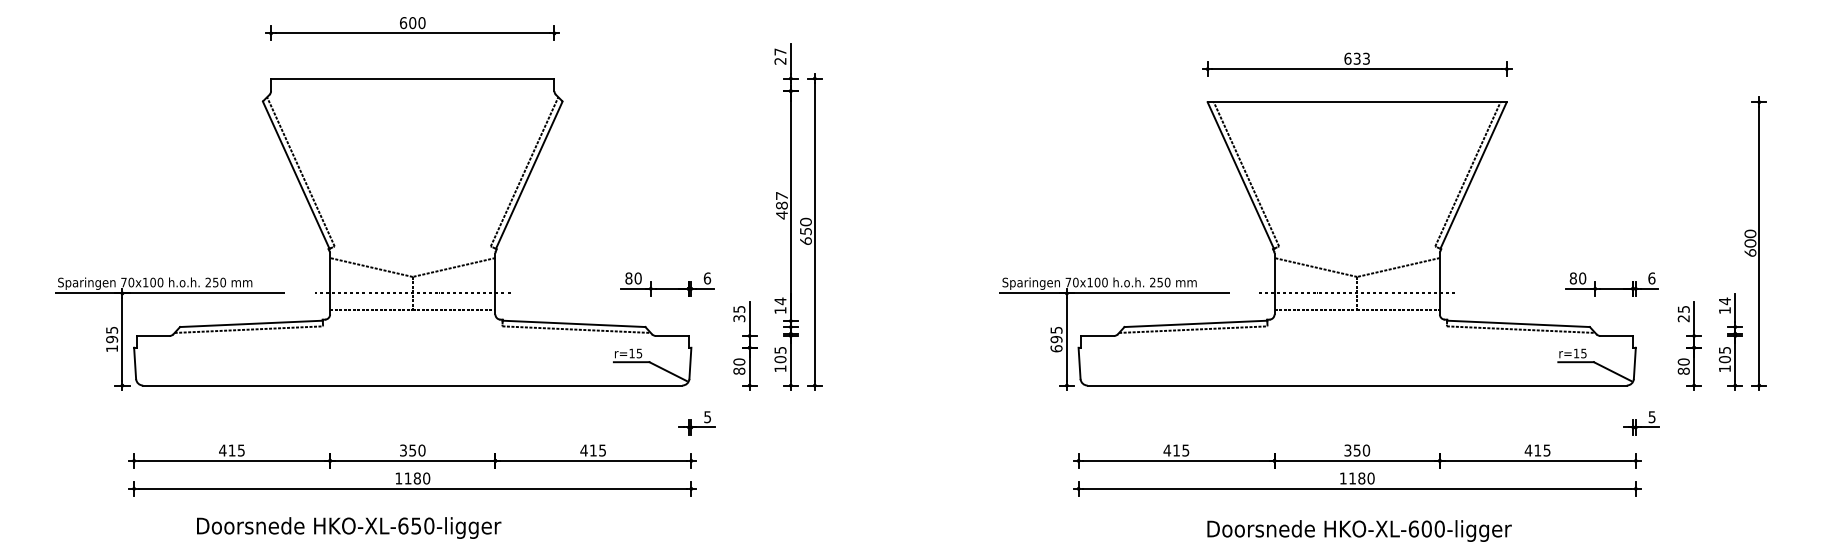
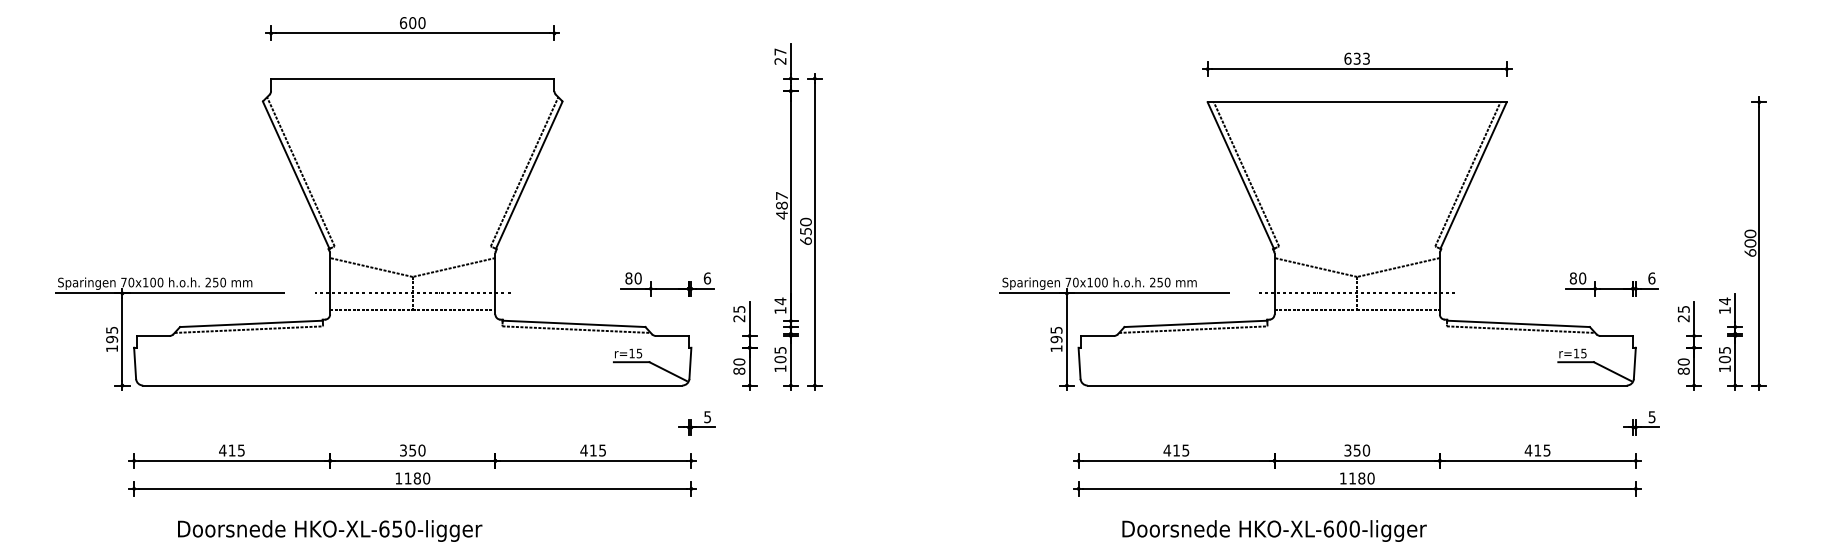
text at (739, 318): 35 -> 25
text at (1056, 348): 695 -> 195
text at (349, 527) position: (349, 527) -> (330, 530)
text at (1359, 530) position: (1359, 530) -> (1274, 530)
